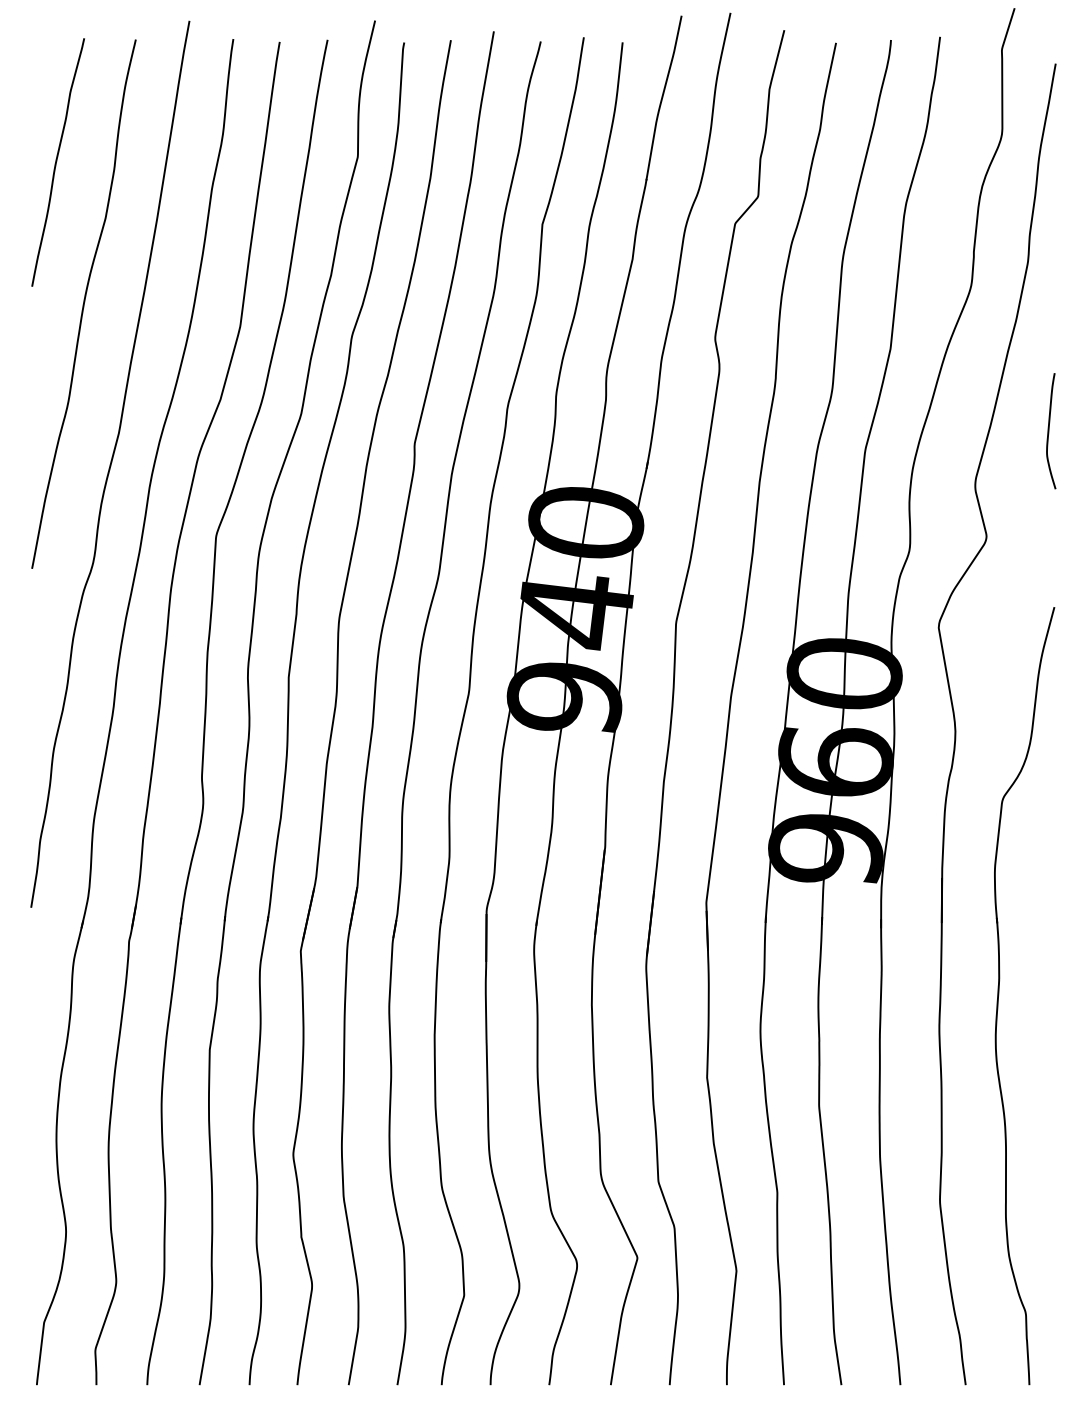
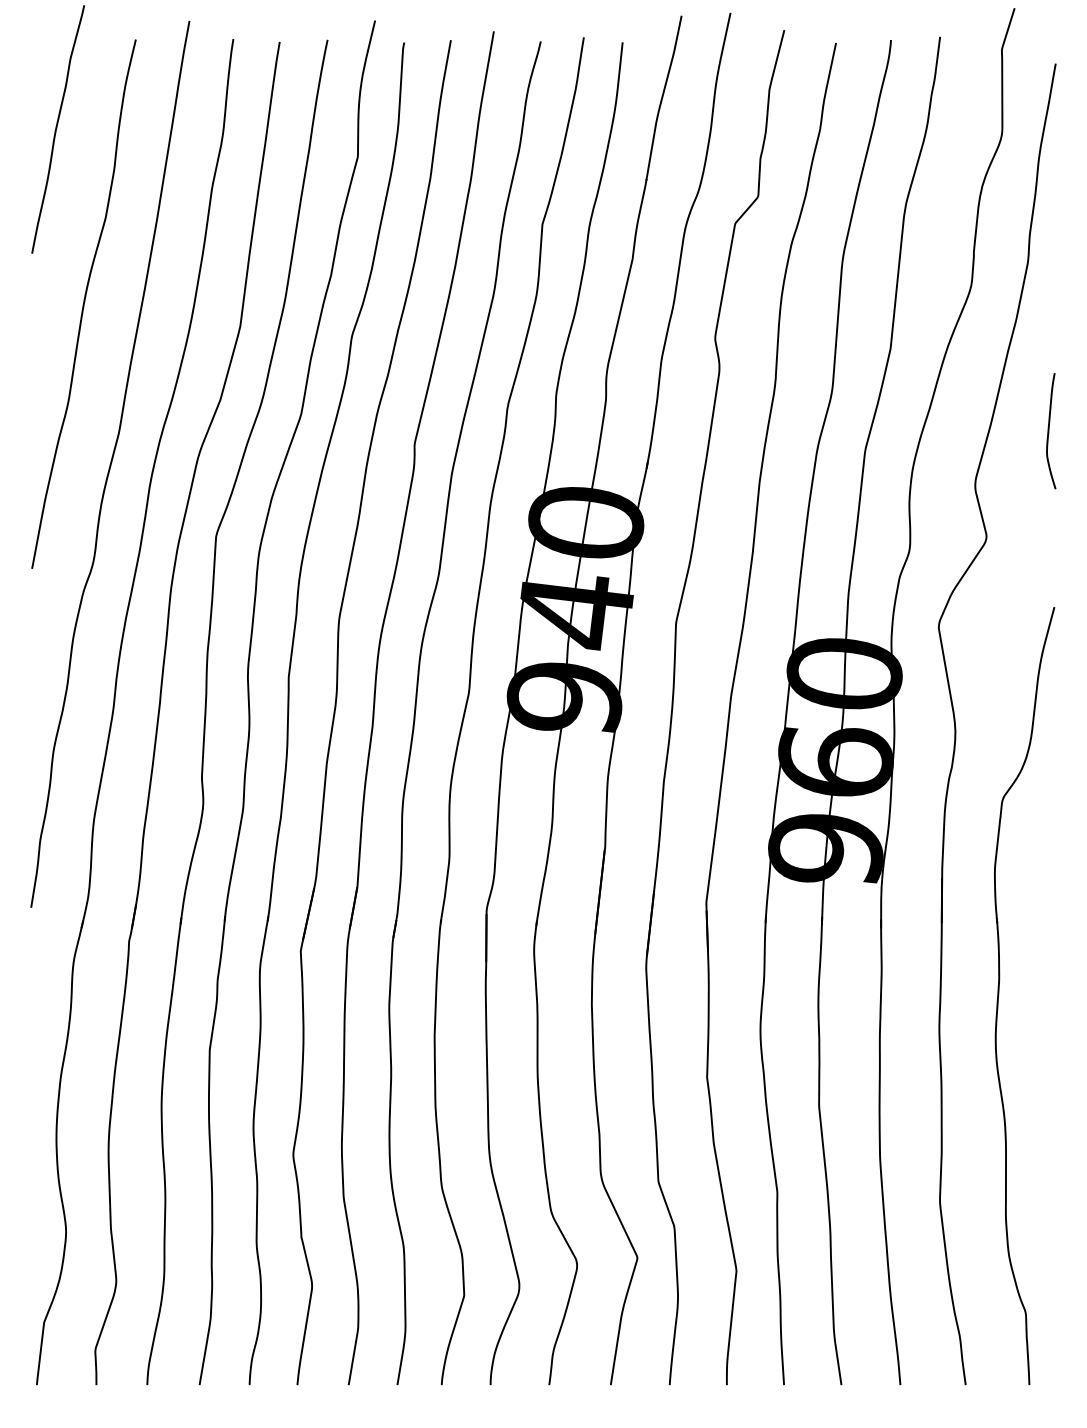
curve at (57, 161) position: (57, 161) -> (57, 128)
